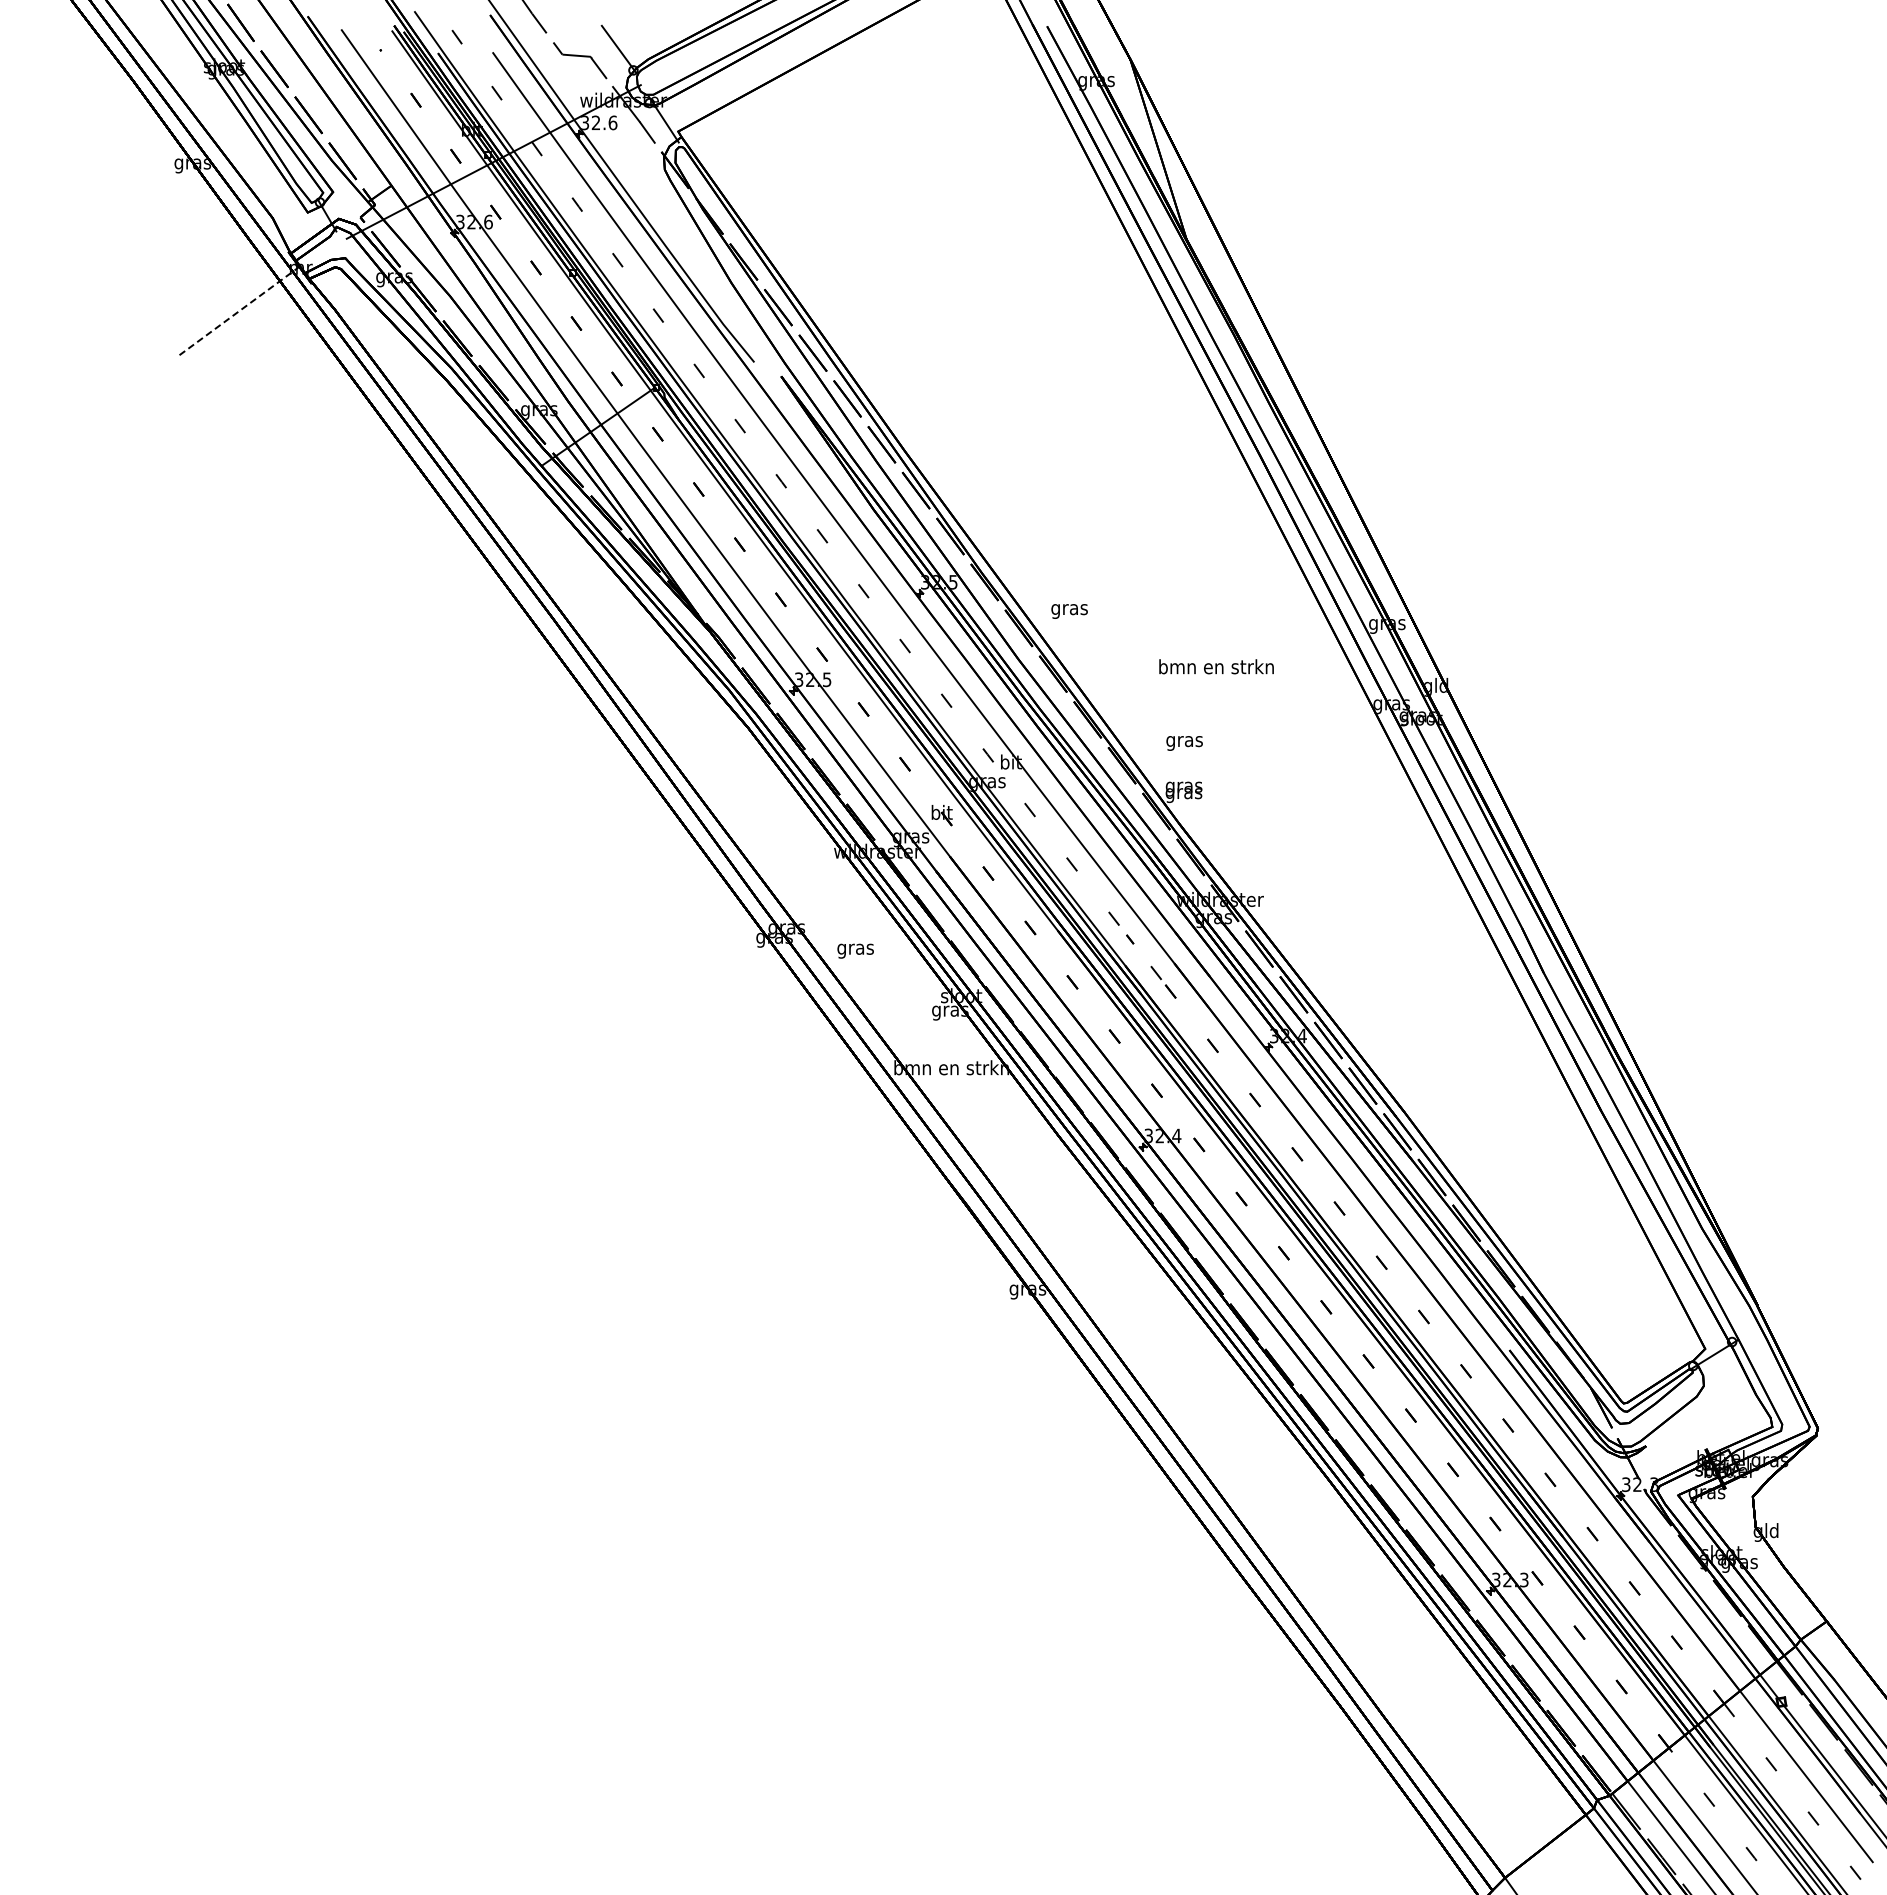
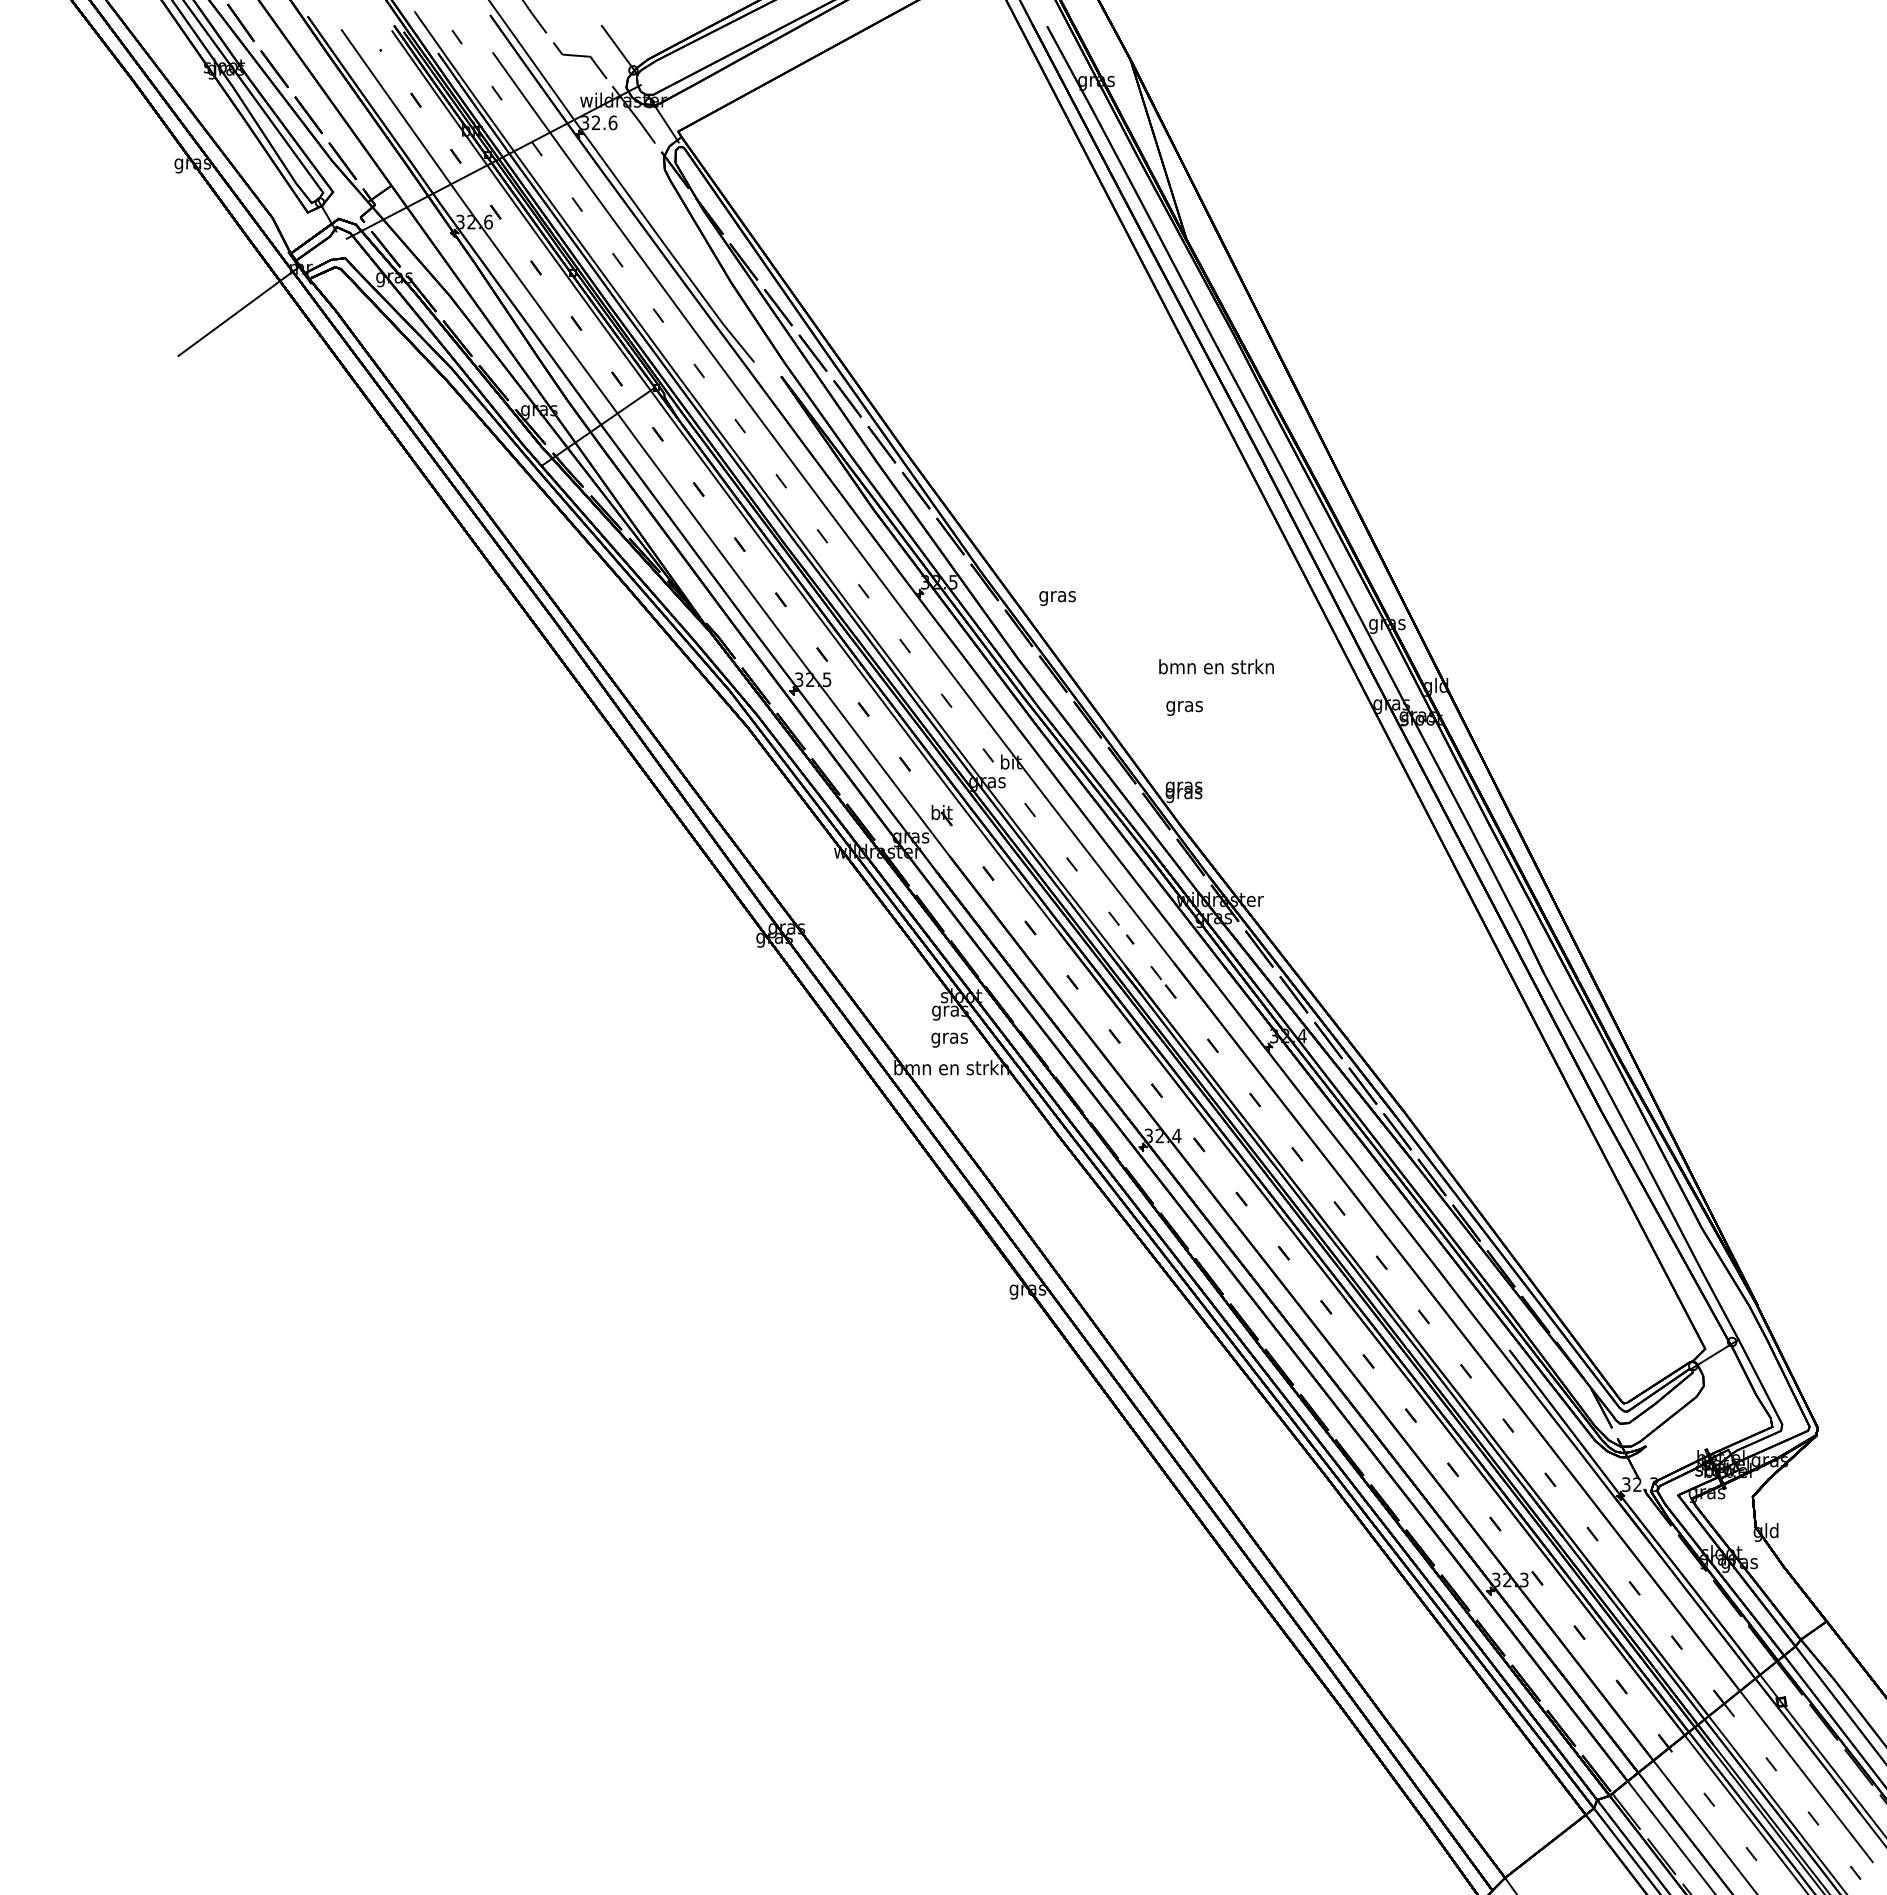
line at (239, 311): dashed -> solid
text at (1069, 611) position: (1069, 611) -> (1057, 598)
text at (1184, 743) position: (1184, 743) -> (1184, 708)
text at (855, 950) position: (855, 950) -> (949, 1039)
